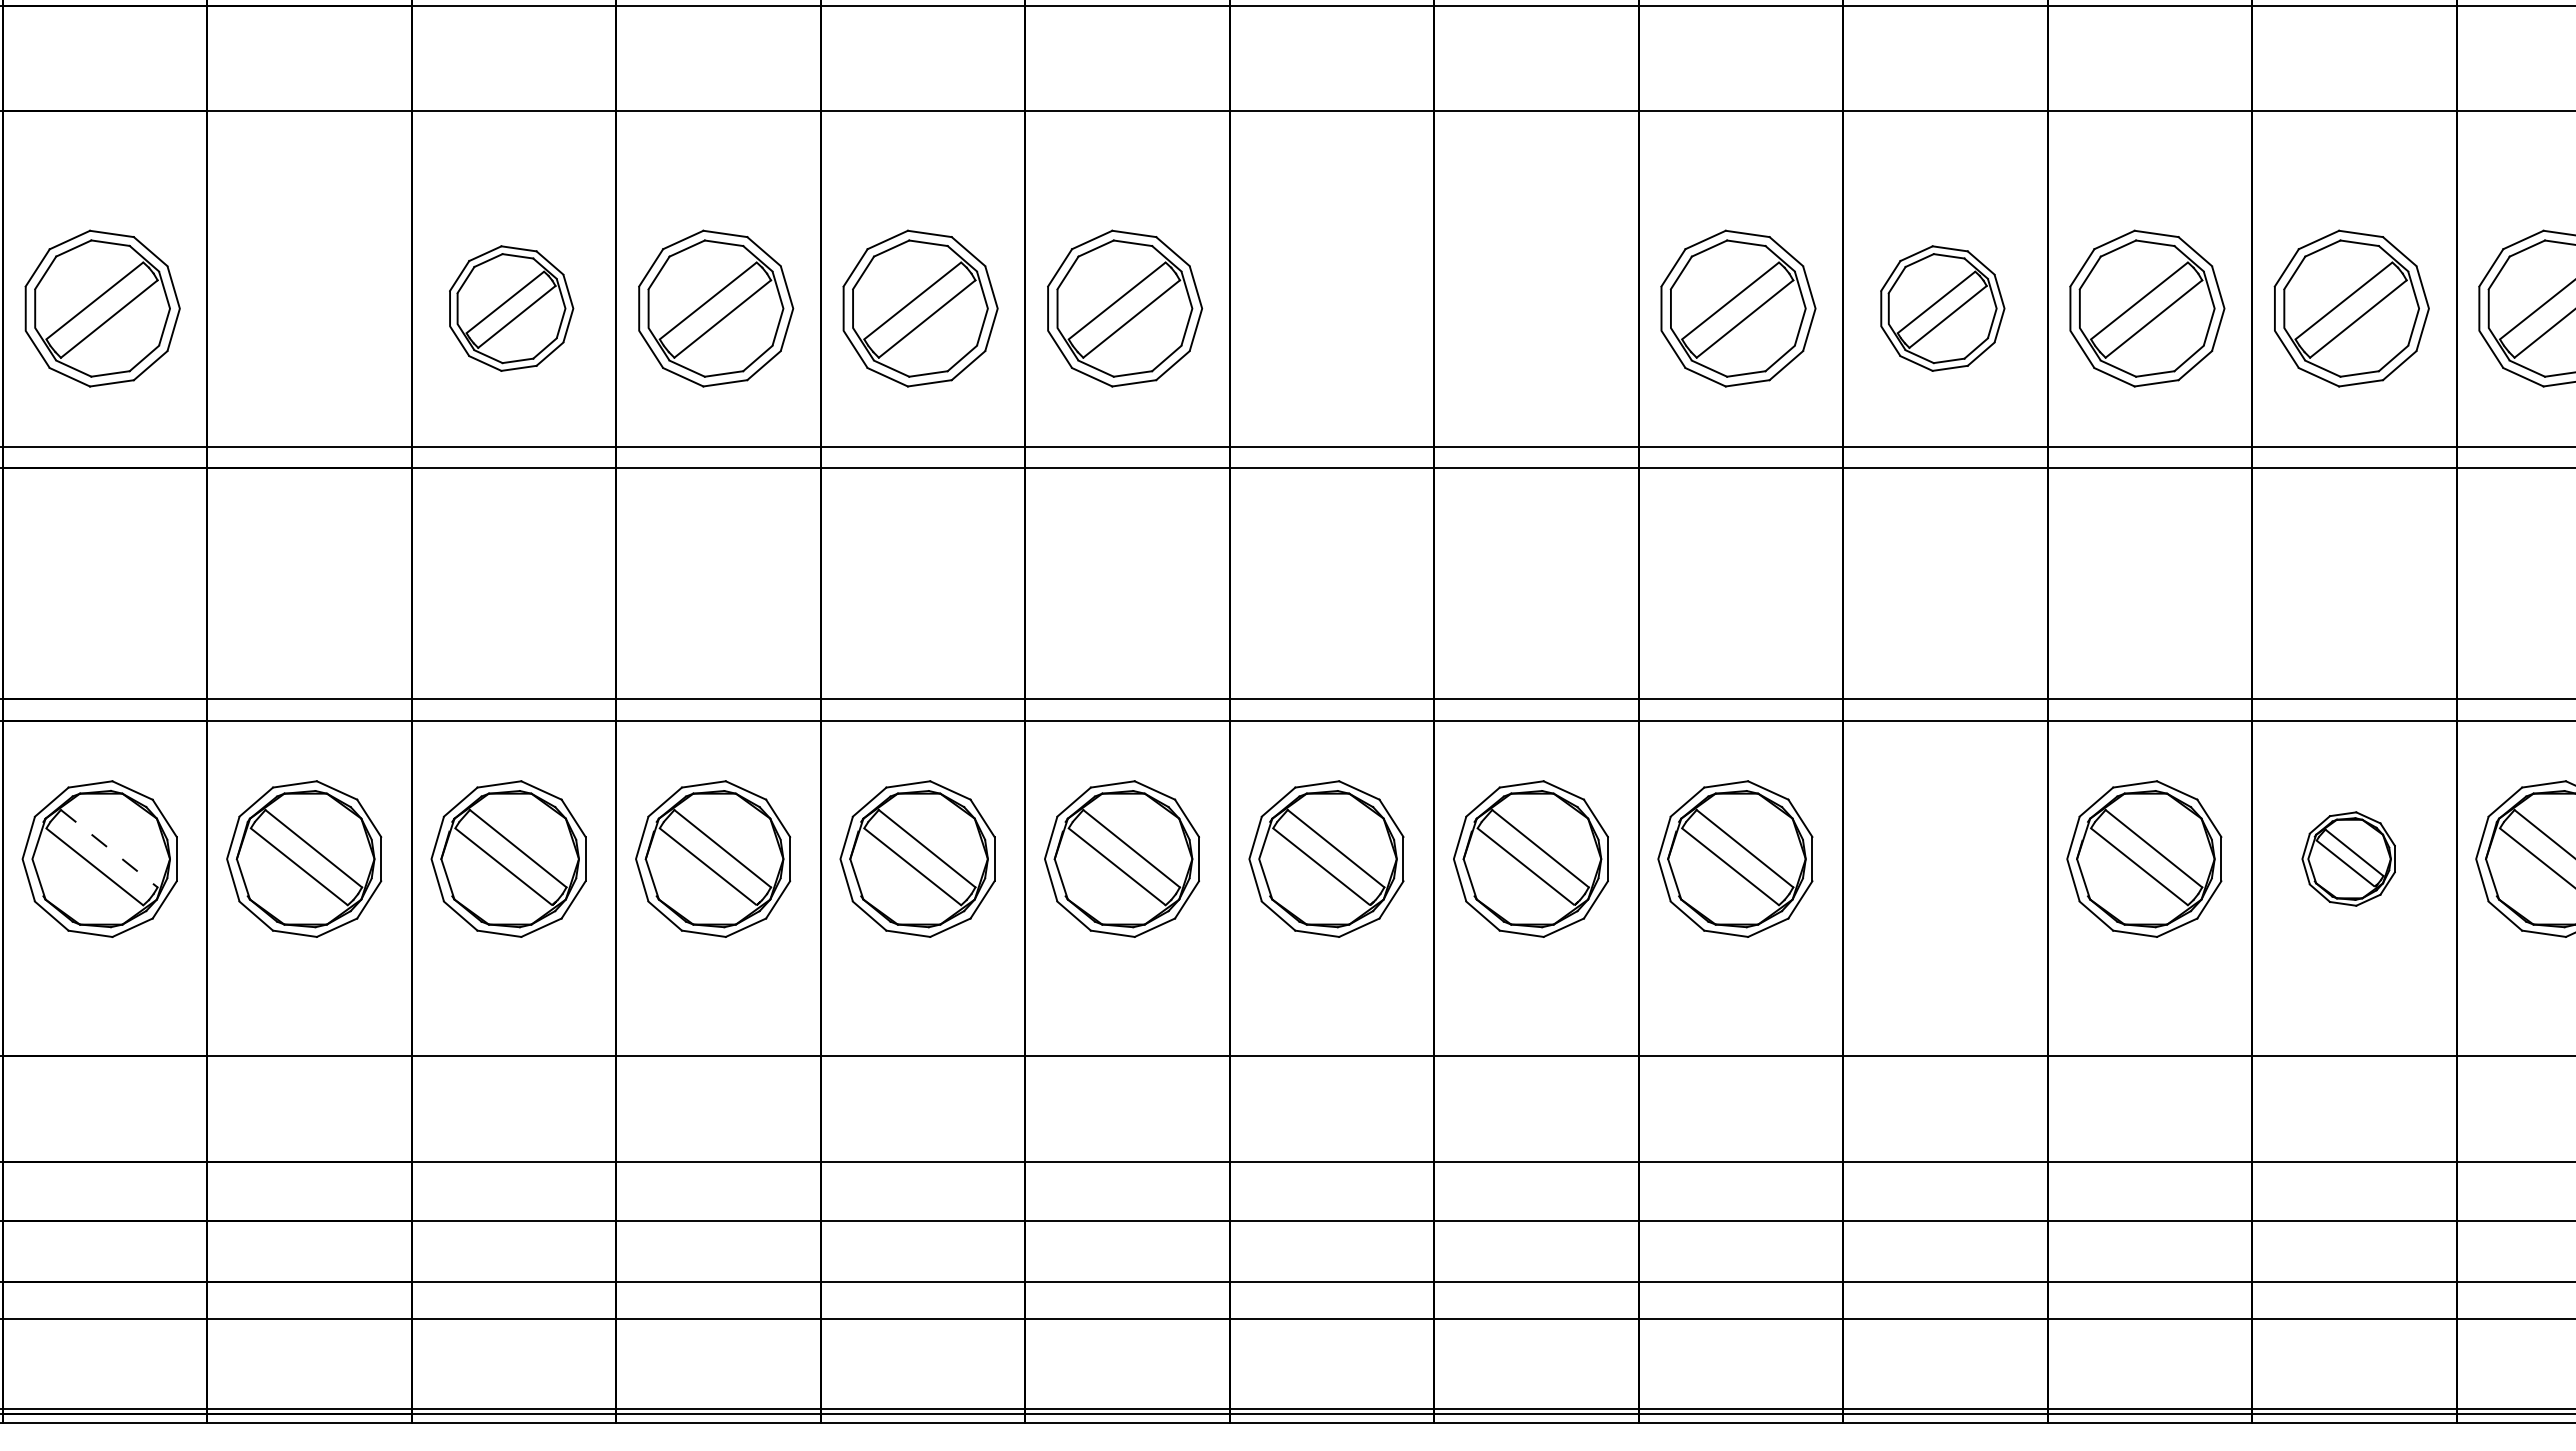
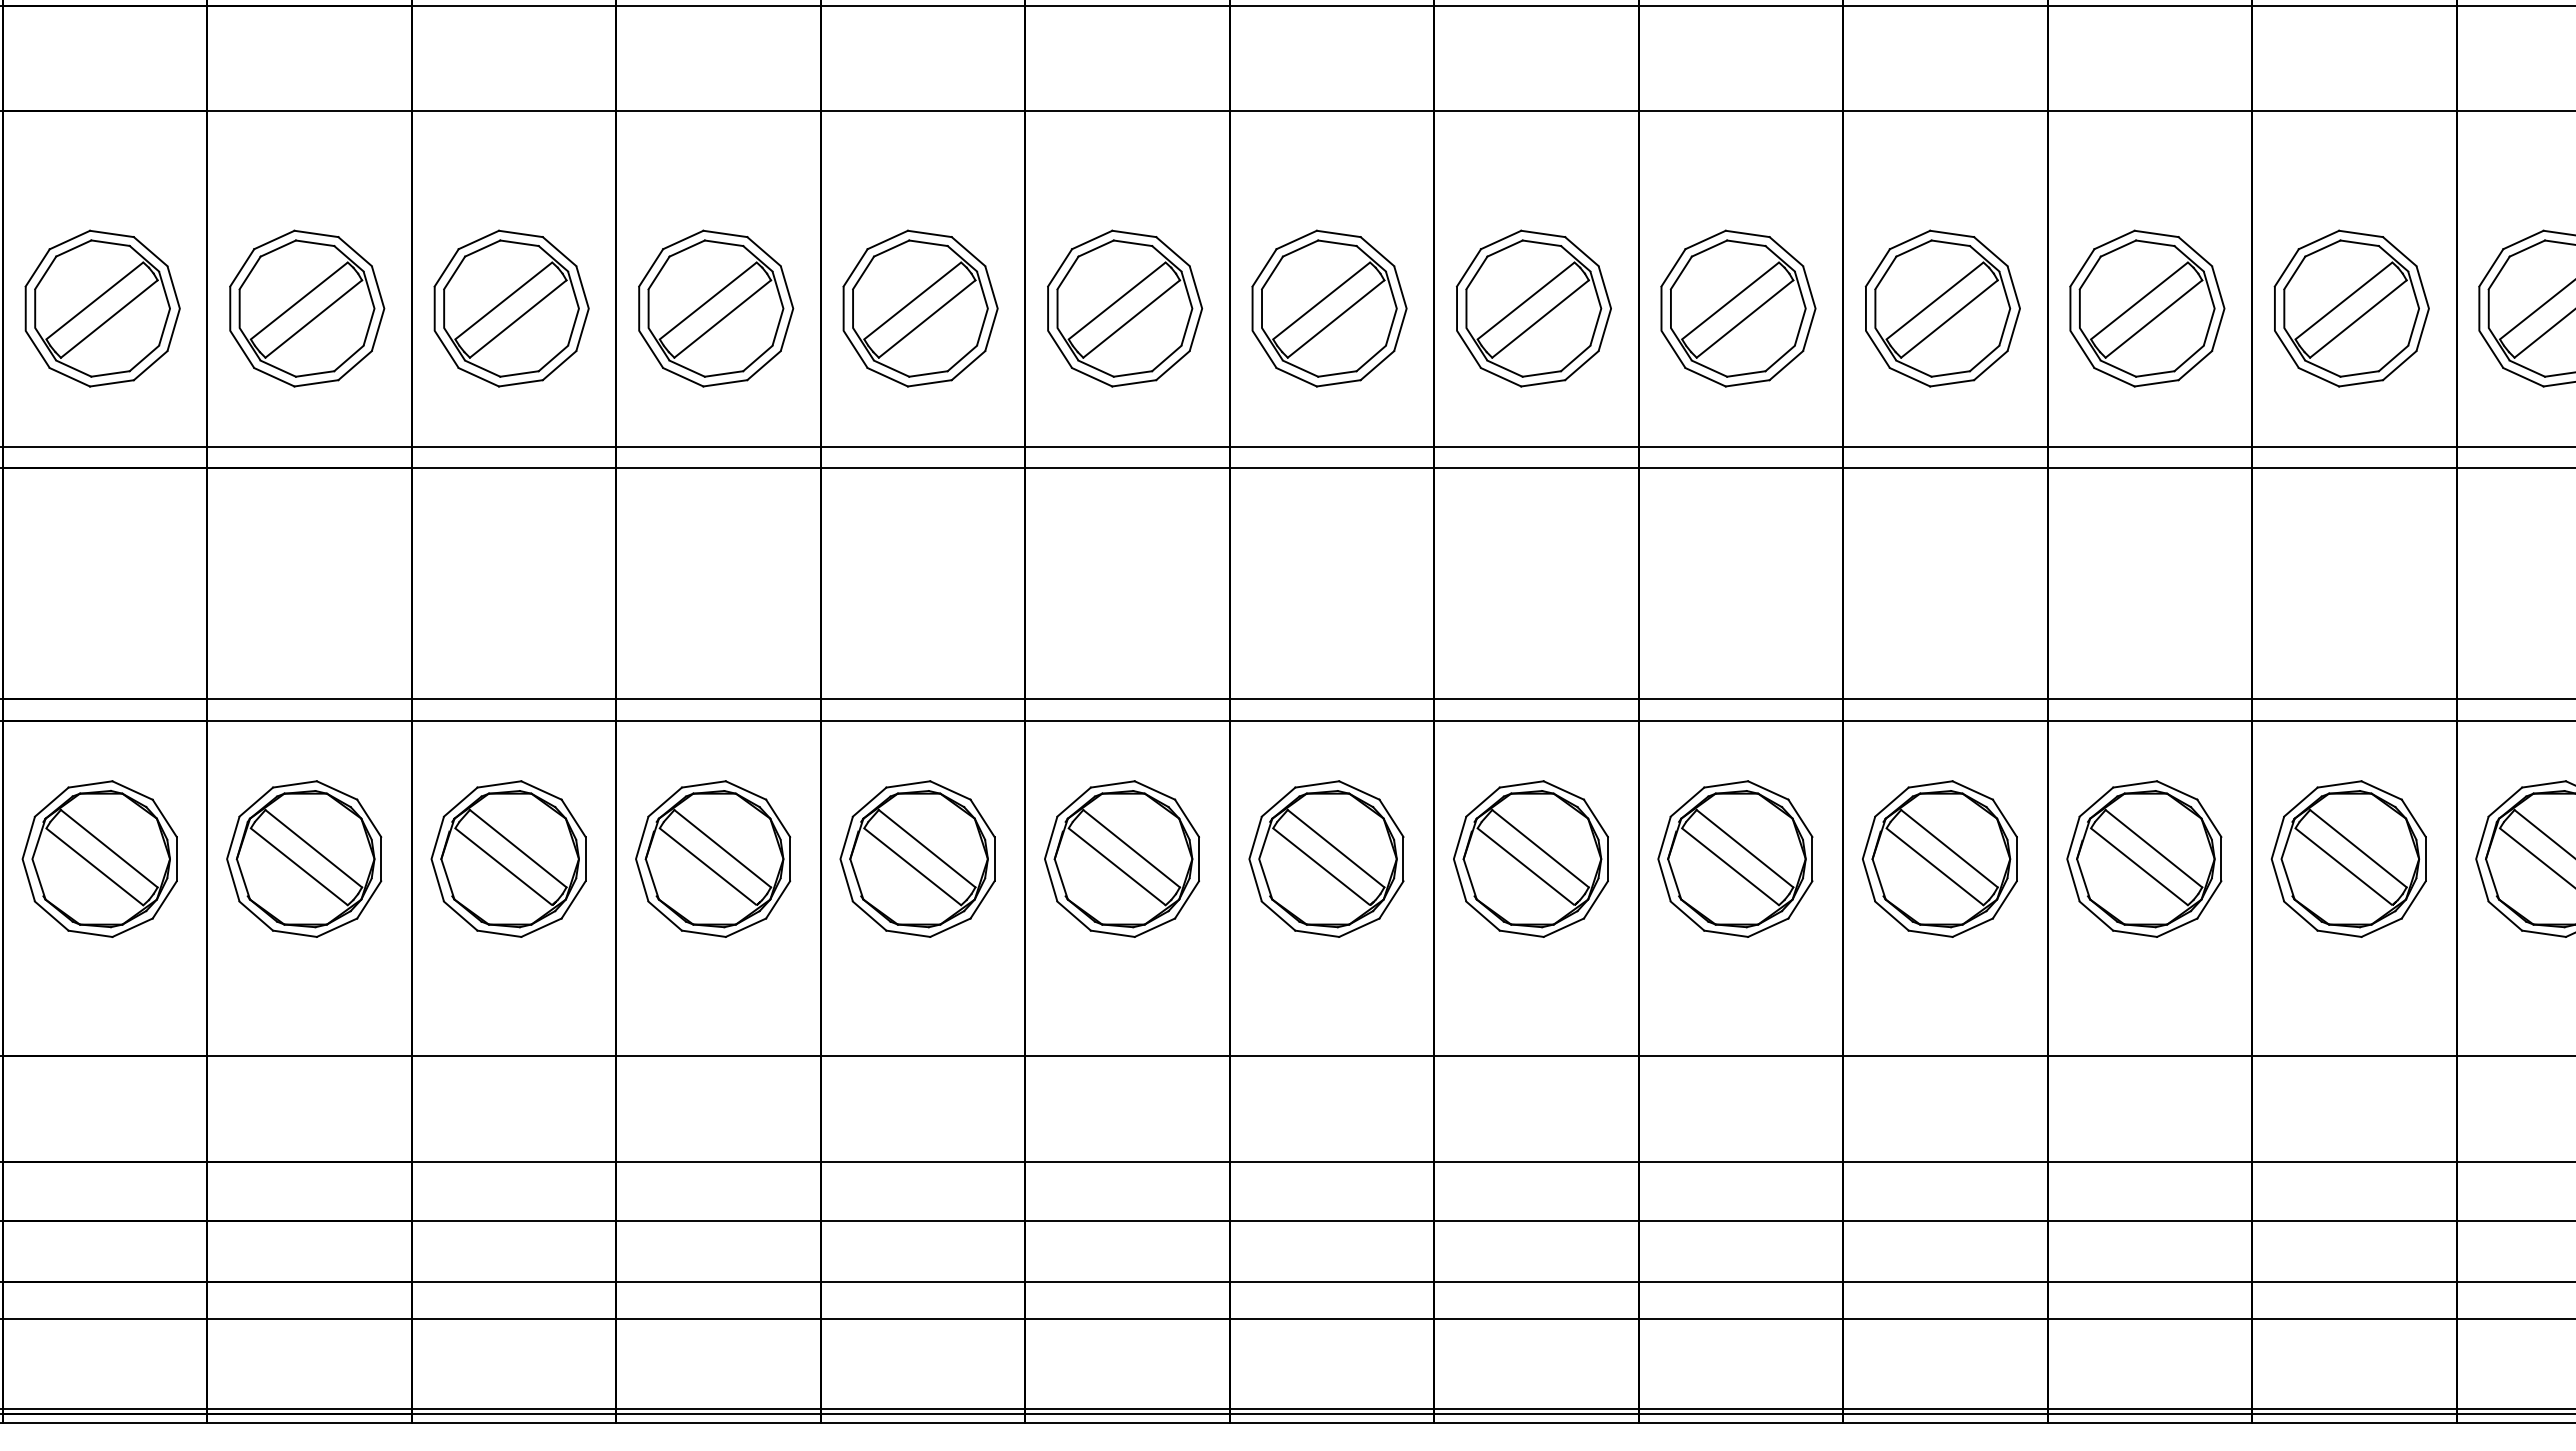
part at (307, 308): none -> present
part at (511, 308) size: 126x127 px -> 157x159 px
part at (1329, 308): none -> present
part at (1533, 308): none -> present
part at (1942, 308) size: 126x127 px -> 157x159 px
line at (109, 848): dashed -> solid
part at (1939, 858): none -> present
part at (2348, 858) size: 95x96 px -> 157x158 px
